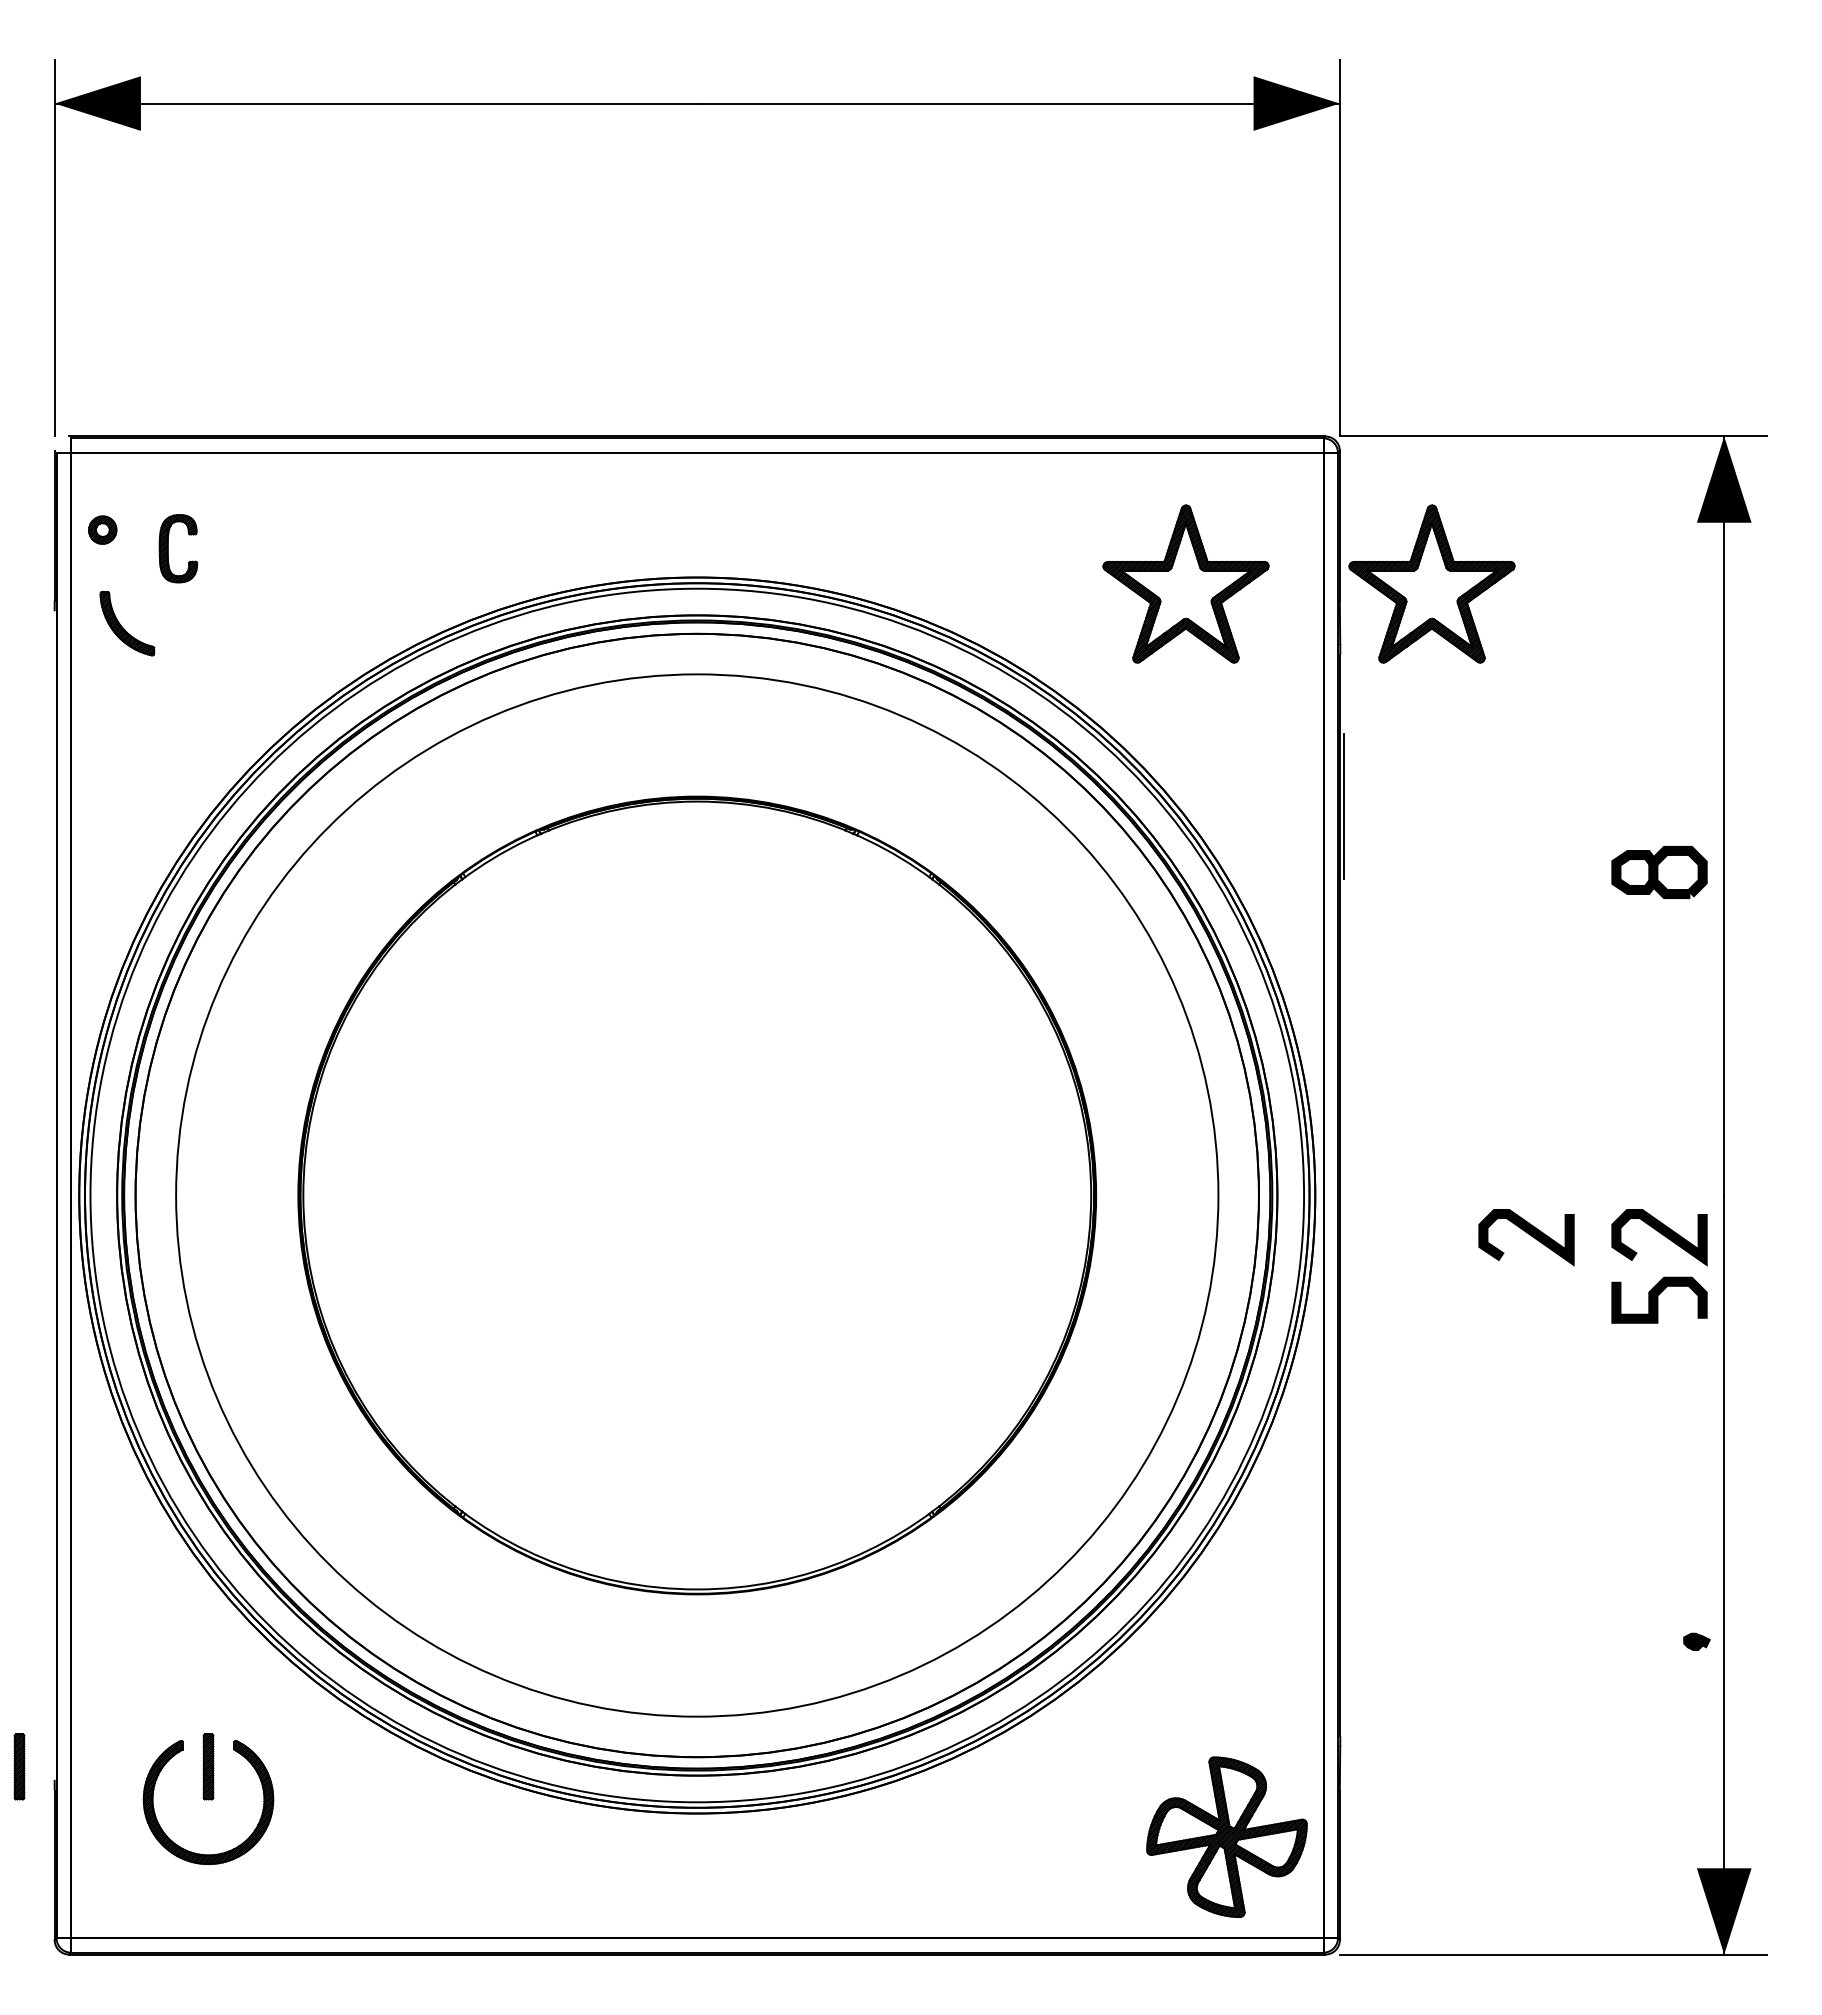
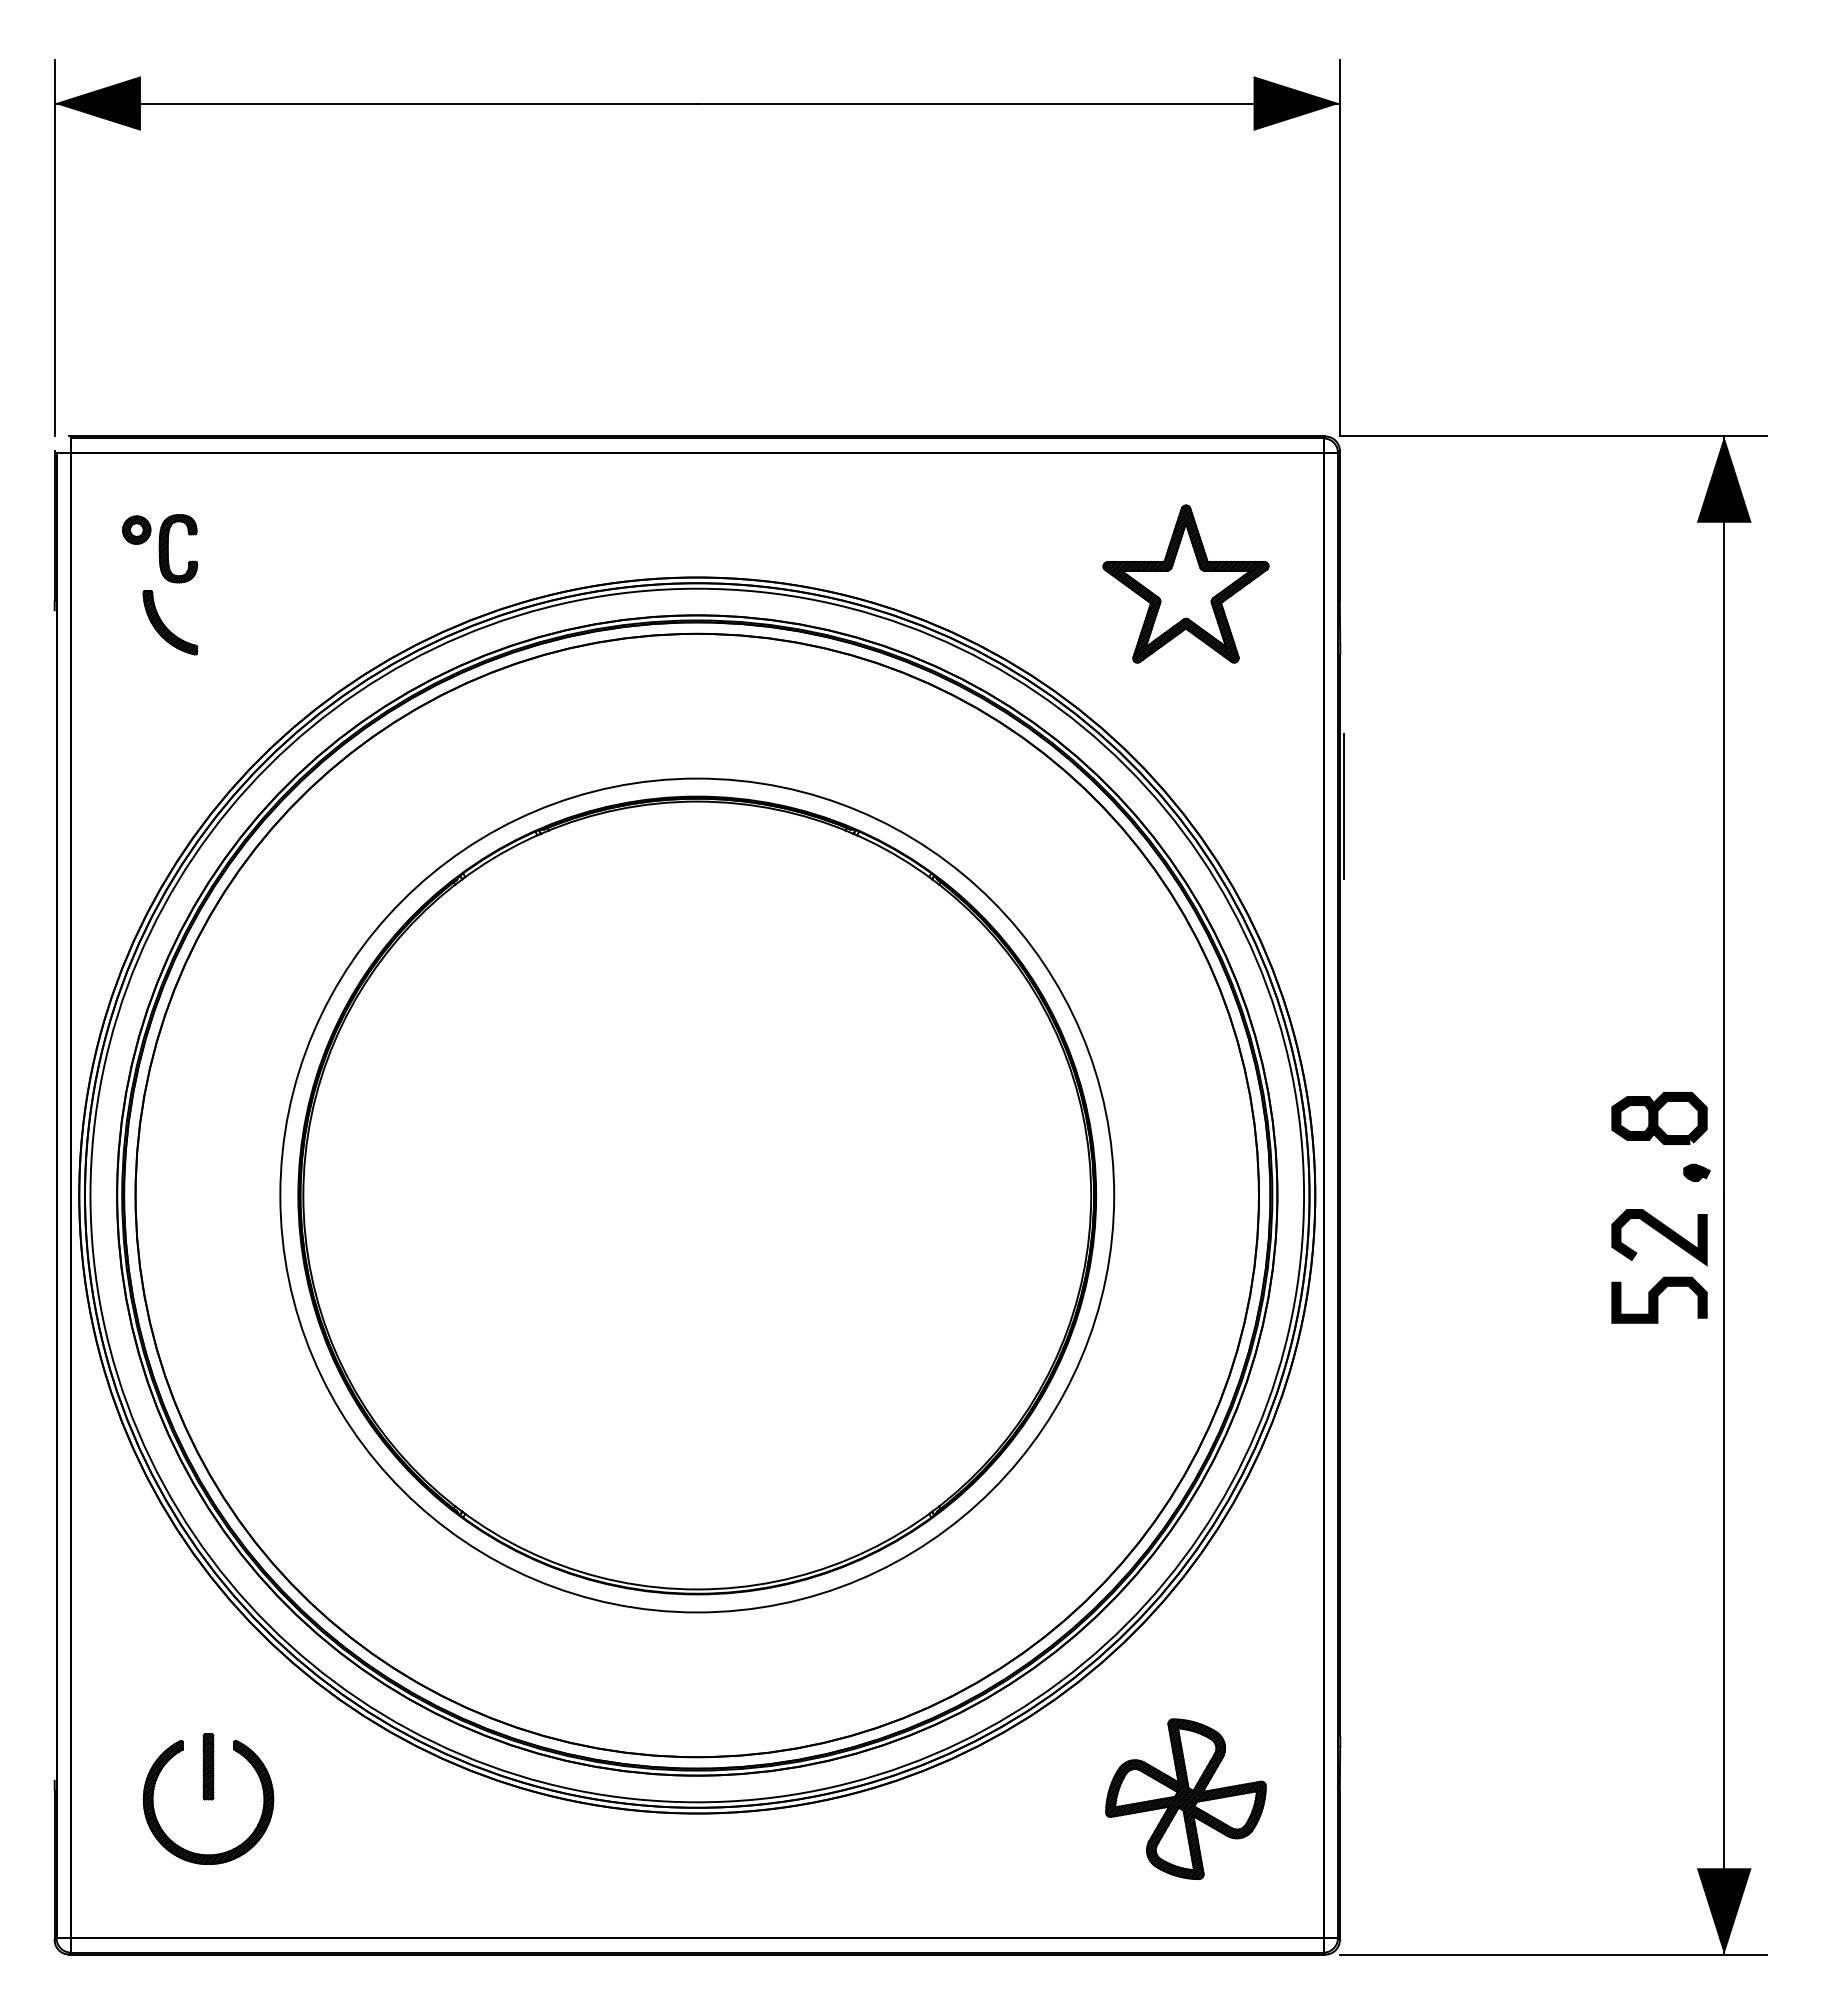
part at (102, 529) position: (102, 529) -> (136, 529)
part at (1431, 583): present -> none
part at (127, 623) position: (127, 623) -> (170, 622)
part at (1659, 872) position: (1659, 872) -> (1659, 1118)
circle at (697, 1195) diameter: 1042 px -> 834 px
curve at (1528, 1234): present -> none
part at (1696, 1641) position: (1696, 1641) -> (1696, 1172)
part at (19, 1766): present -> none
part at (1226, 1837) position: (1226, 1837) -> (1185, 1799)
